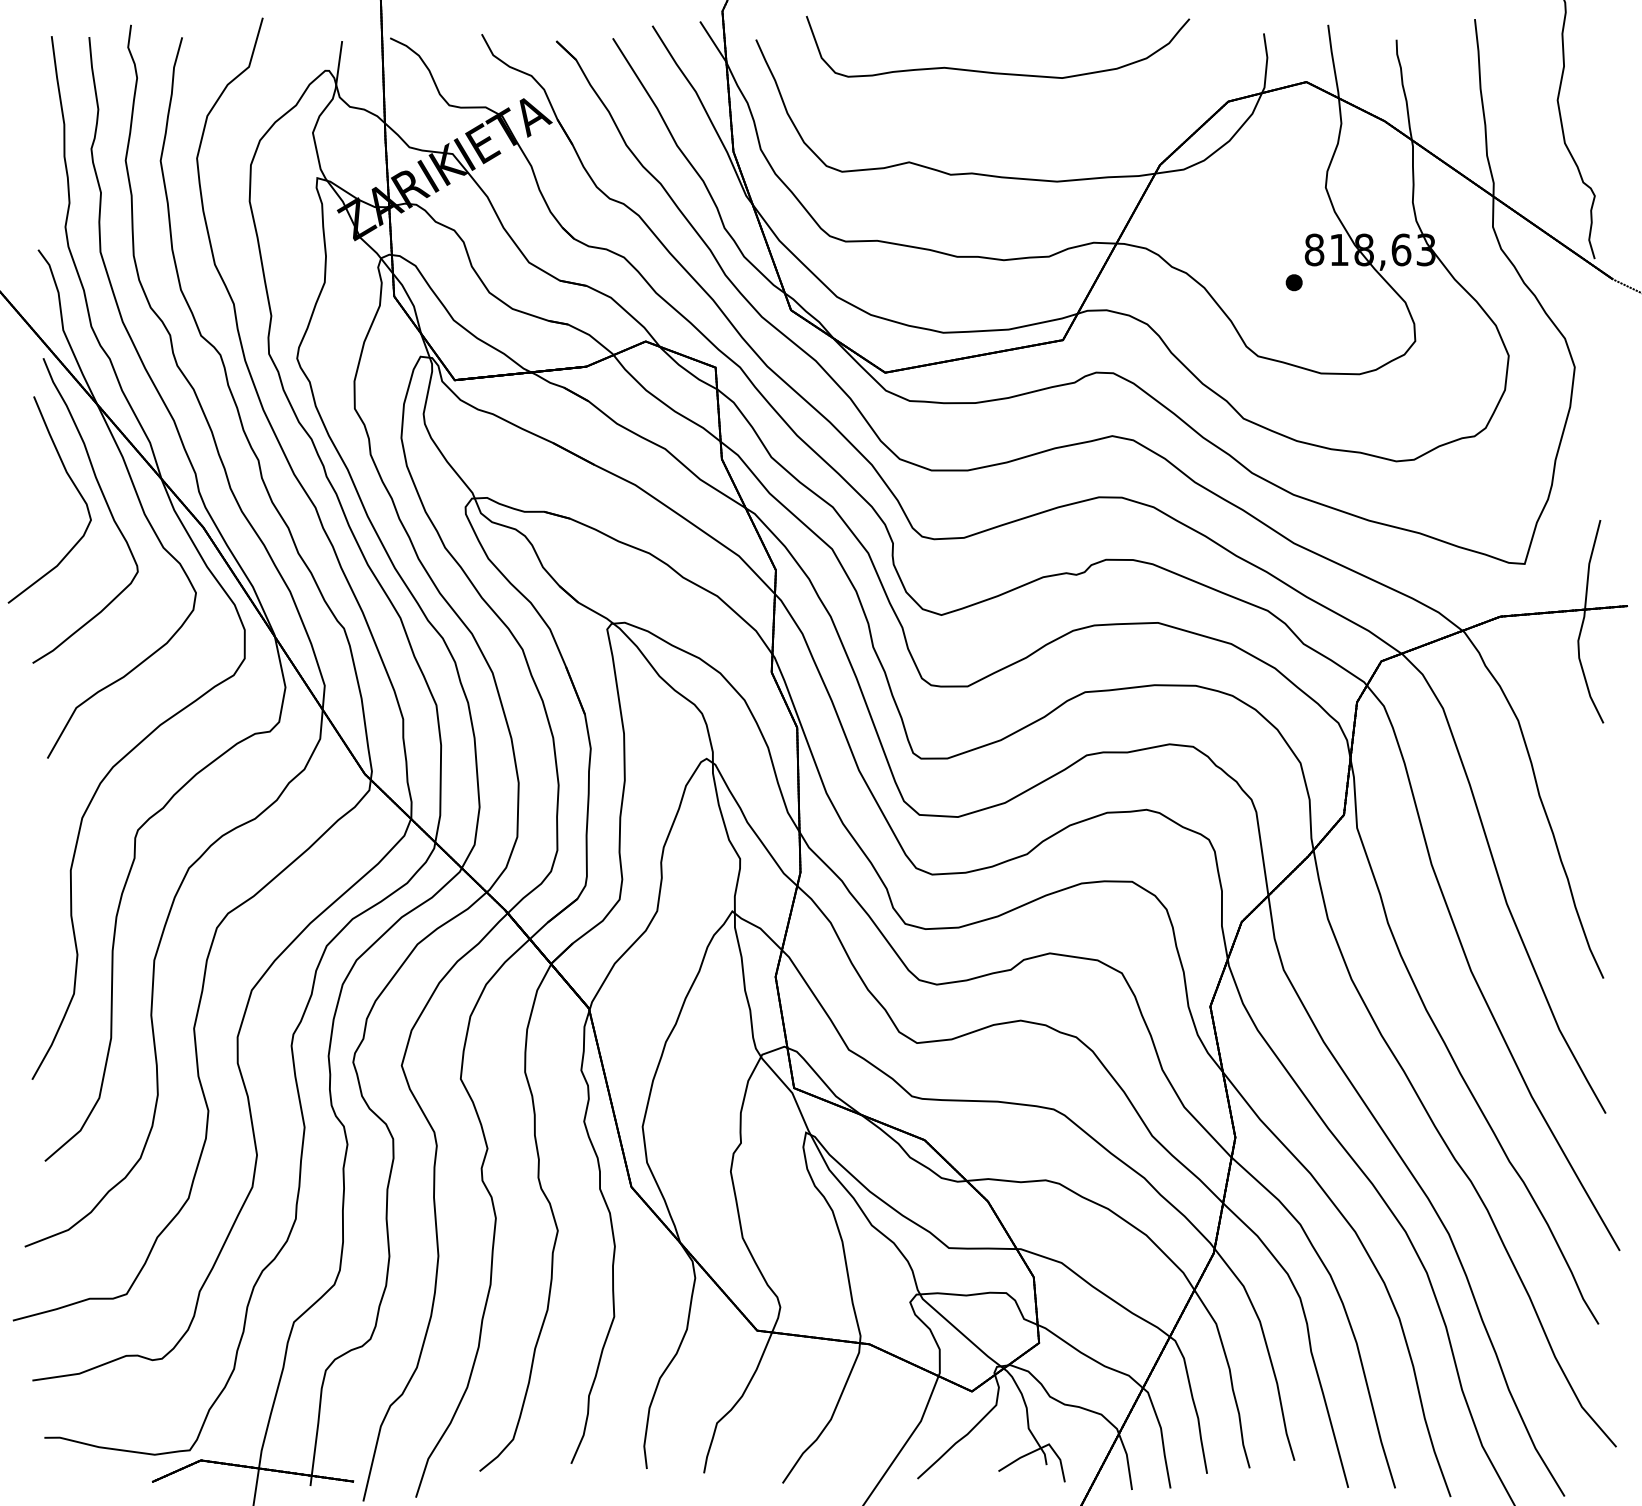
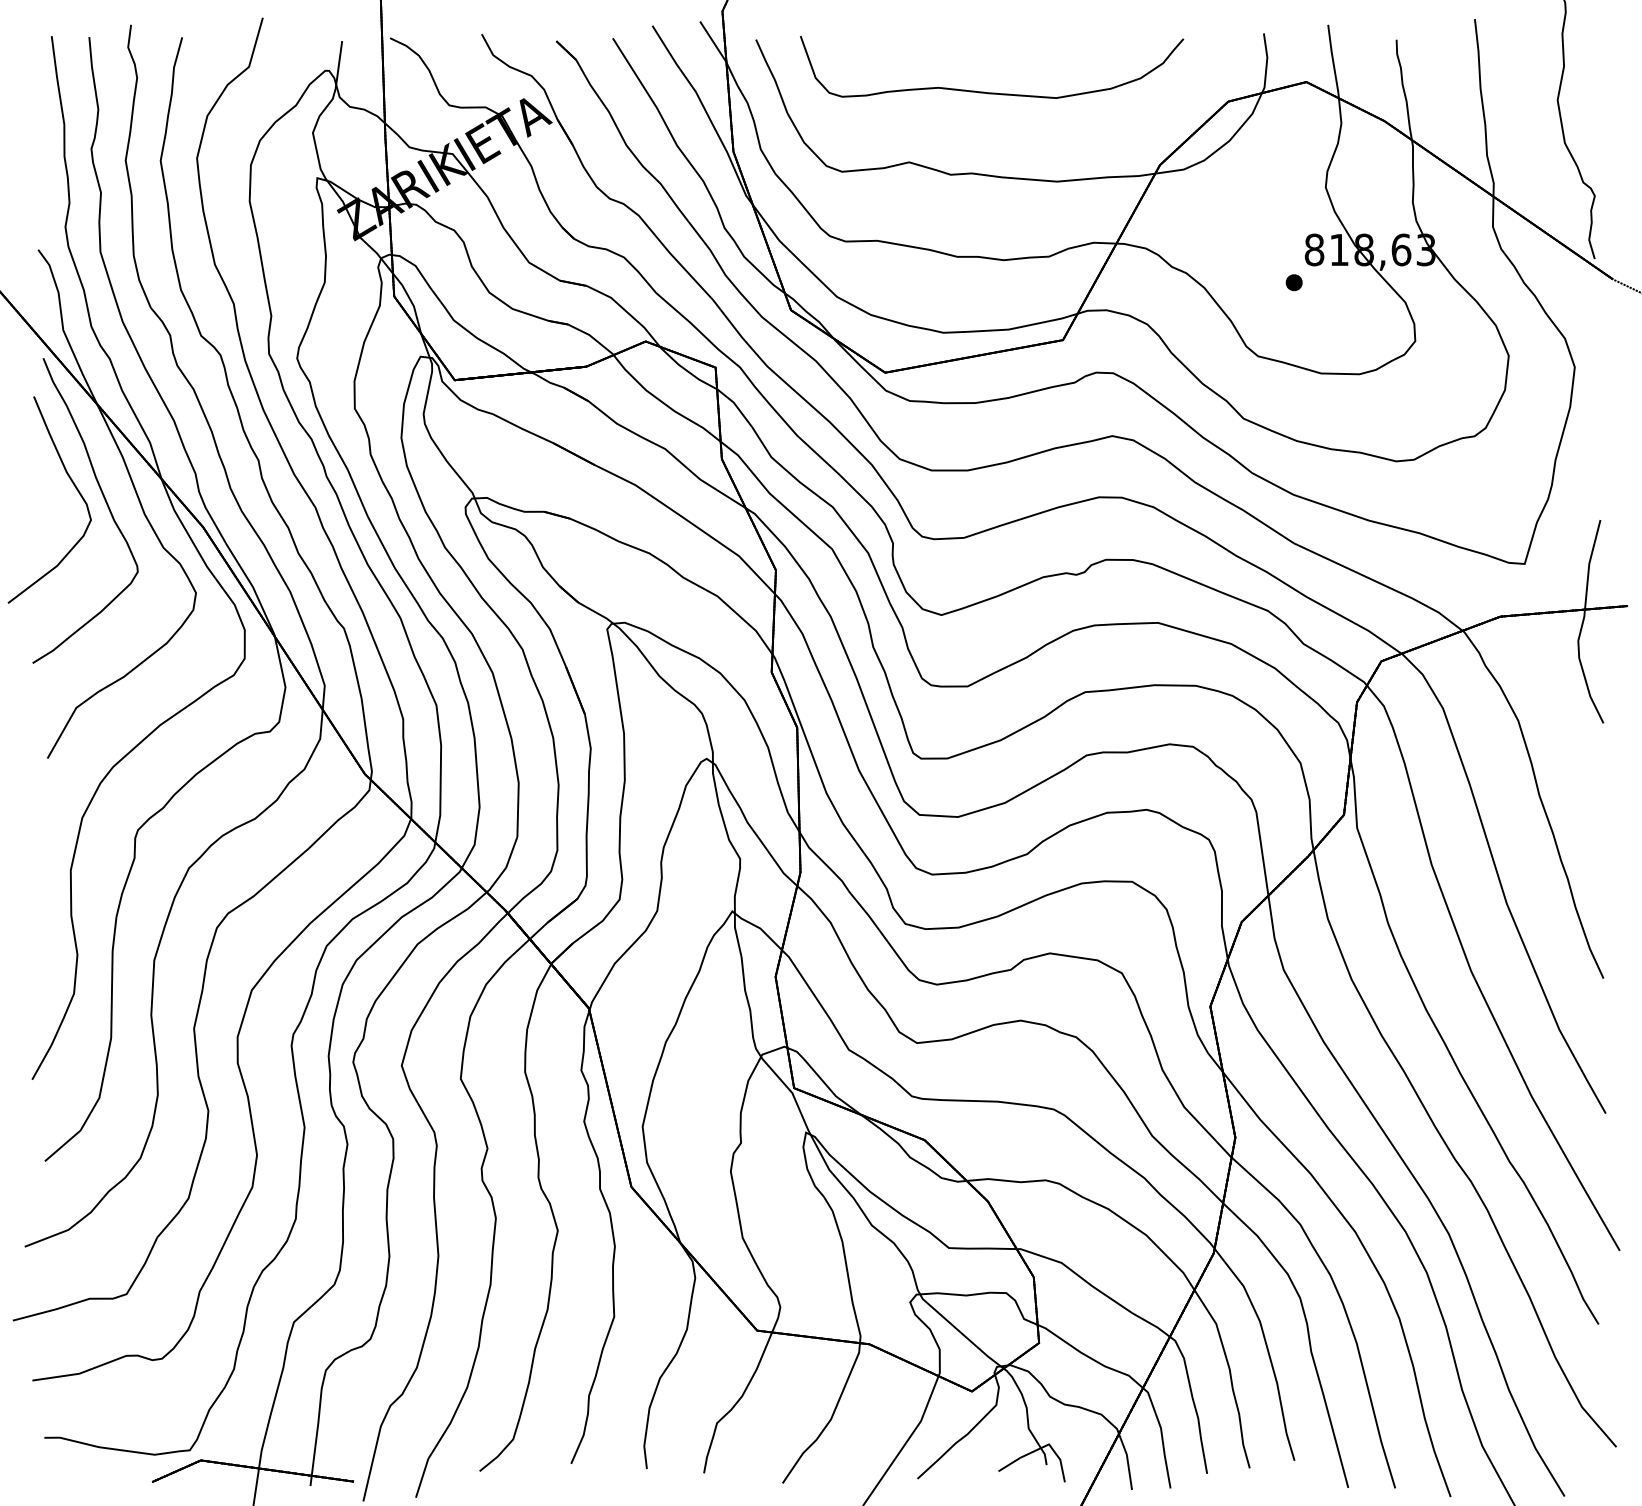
part at (998, 72) position: (998, 72) -> (992, 92)
